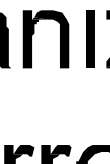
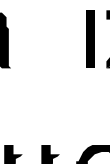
part at (34, 33): present -> none
fill at (23, 150): present -> none
fill at (60, 150): present -> none
